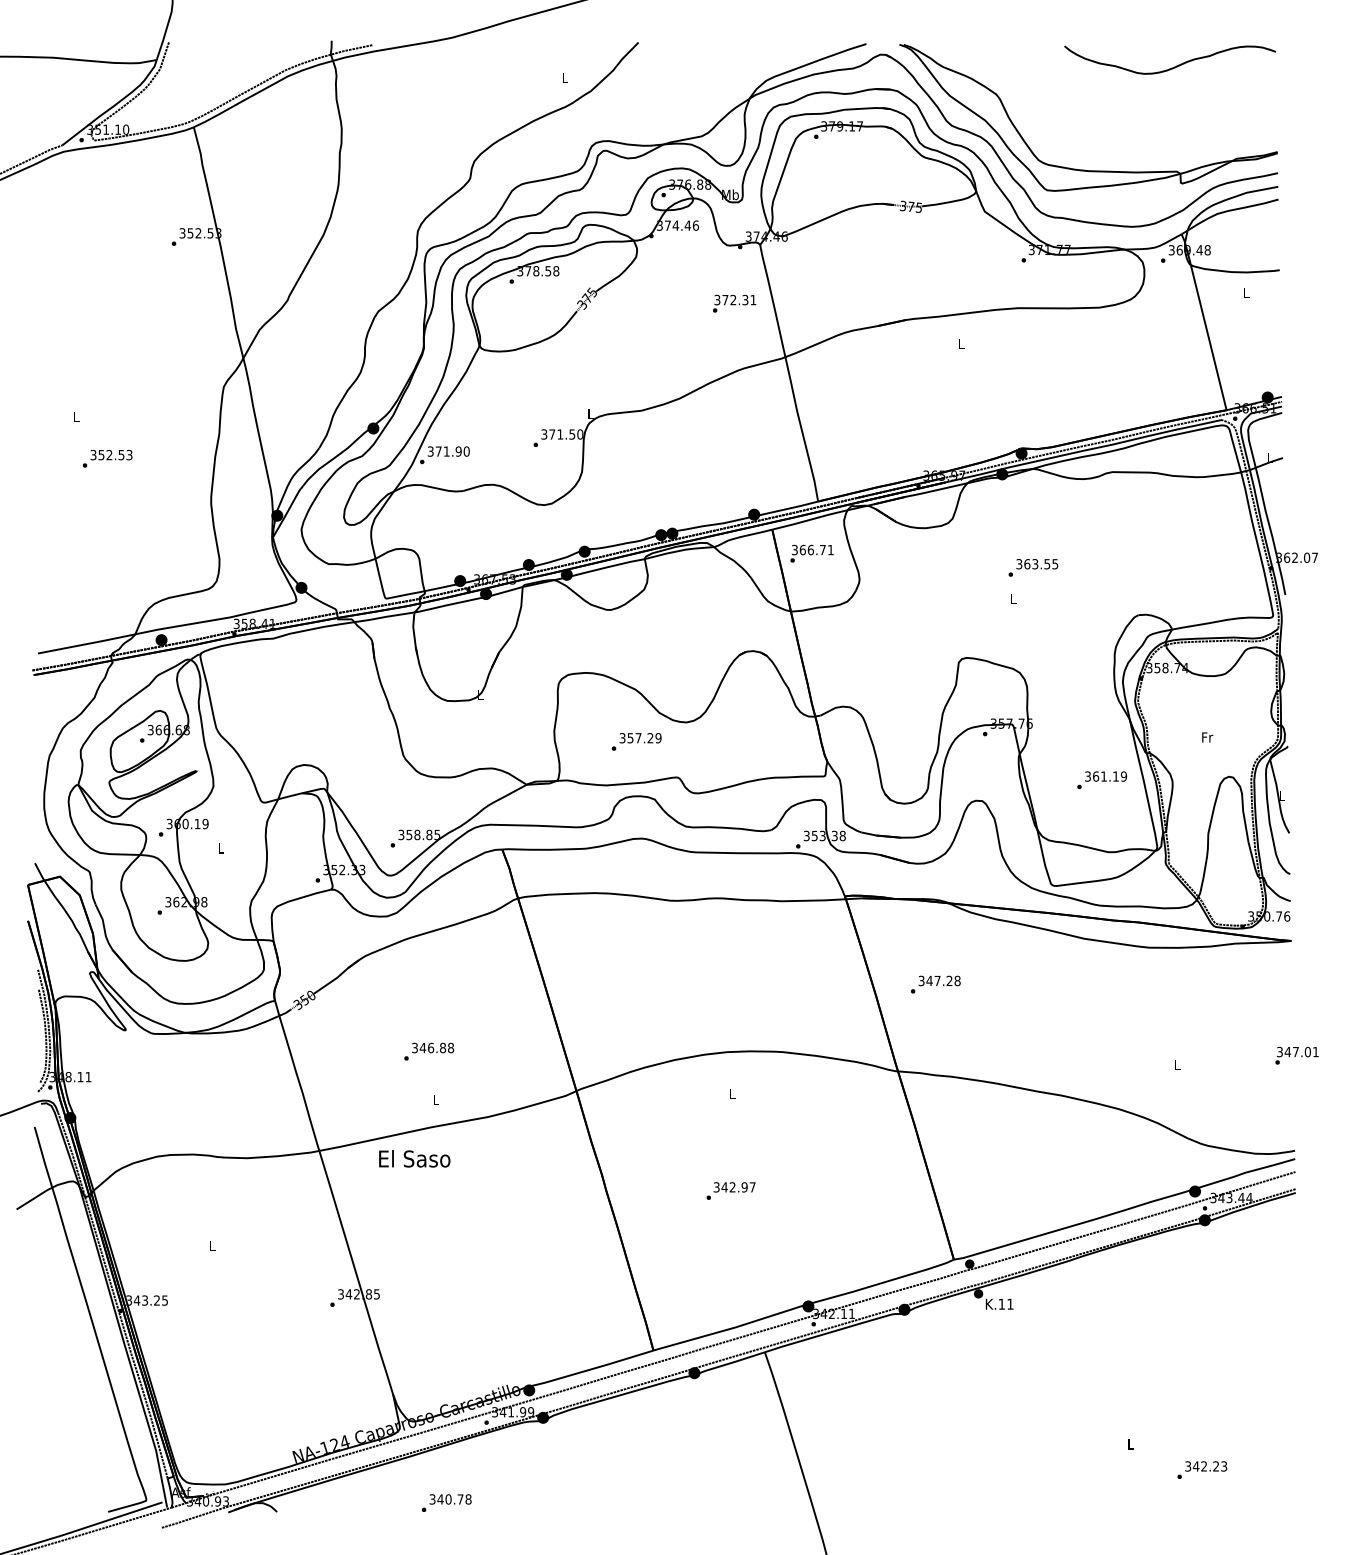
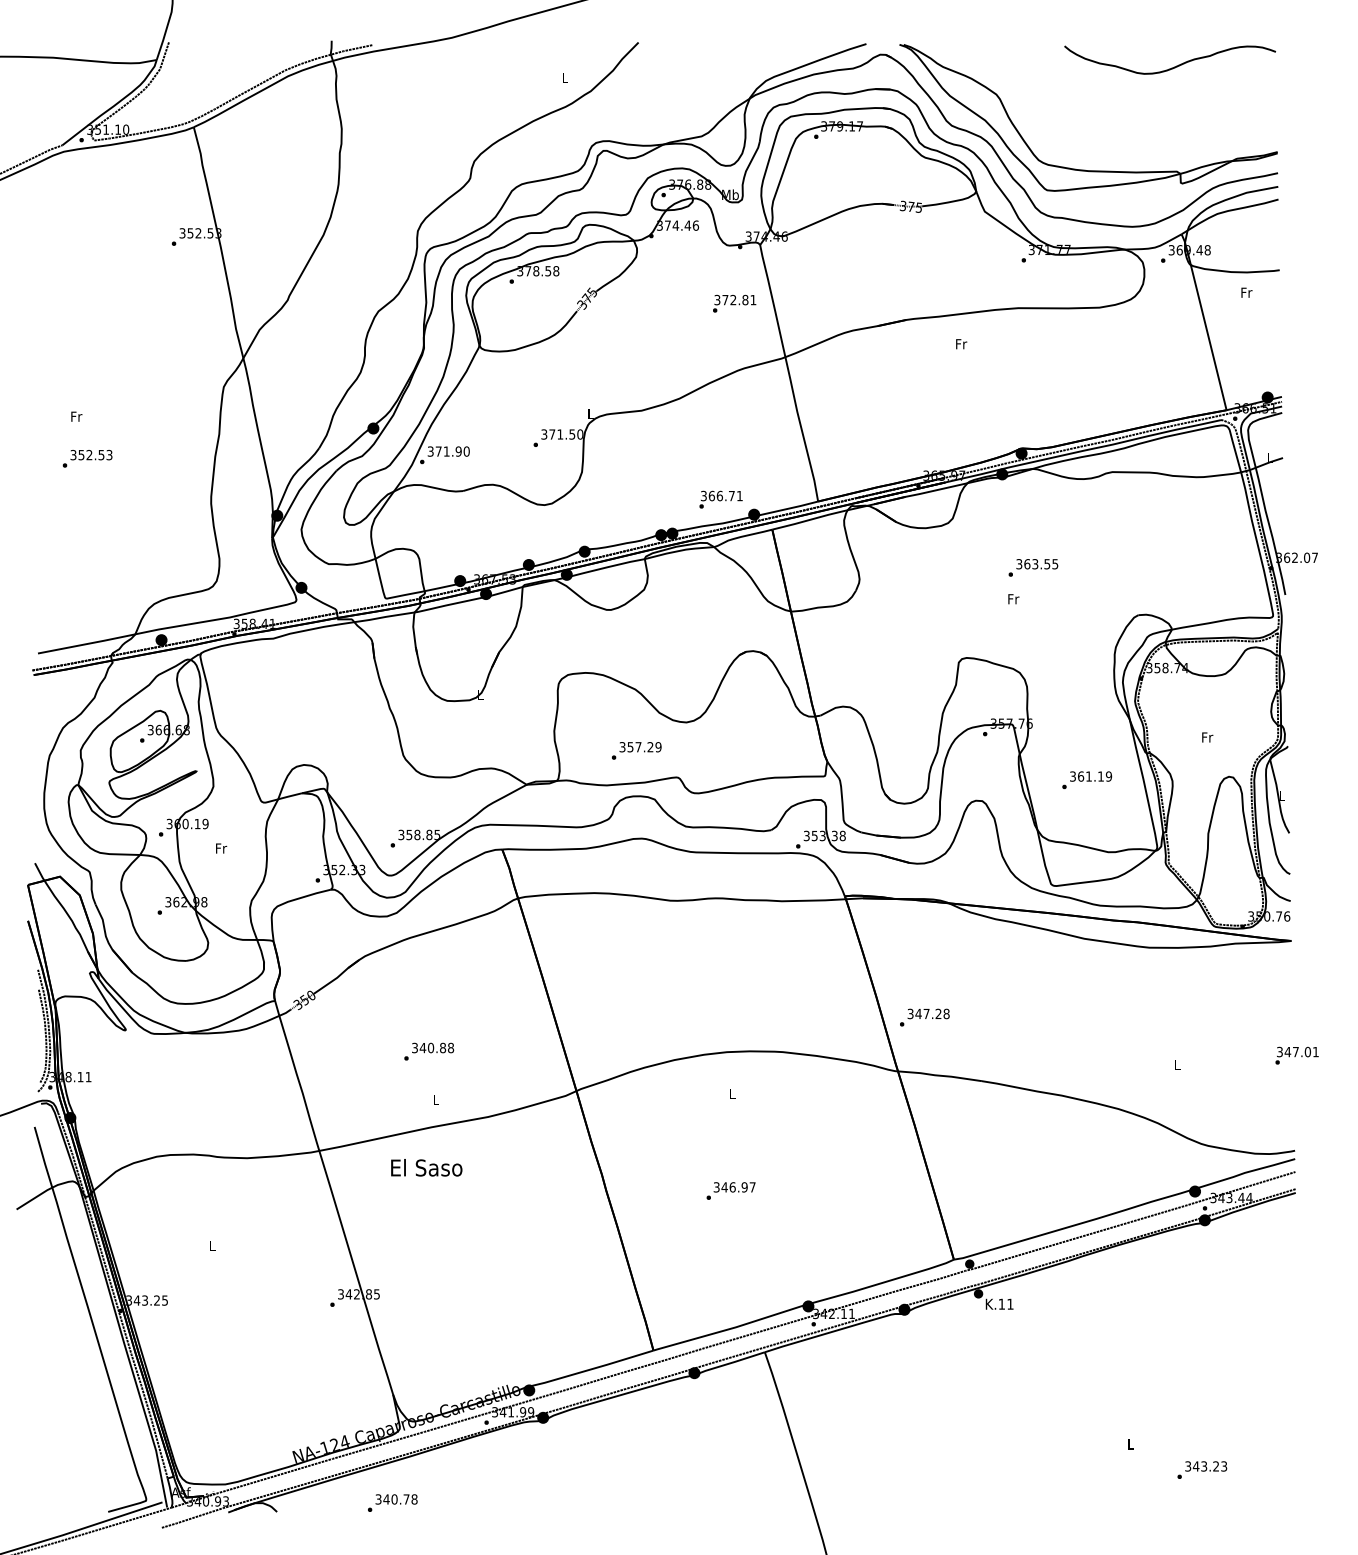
text at (1246, 292): L -> Fr
text at (745, 300): 372.31 -> 372.81
text at (961, 344): L -> Fr
text at (76, 416): L -> Fr
text at (107, 458) position: (107, 458) -> (87, 458)
text at (811, 553) position: (811, 553) -> (720, 499)
text at (1013, 599): L -> Fr
text at (636, 741) position: (636, 741) -> (636, 750)
text at (1102, 780) position: (1102, 780) -> (1087, 780)
text at (221, 848): L -> Fr
text at (935, 984) position: (935, 984) -> (924, 1017)
text at (431, 1047): 346.88 -> 340.88
text at (414, 1158) position: (414, 1158) -> (426, 1167)
text at (732, 1187): 342.97 -> 346.97
text at (1204, 1466): 342.23 -> 343.23
text at (446, 1502) position: (446, 1502) -> (392, 1502)
